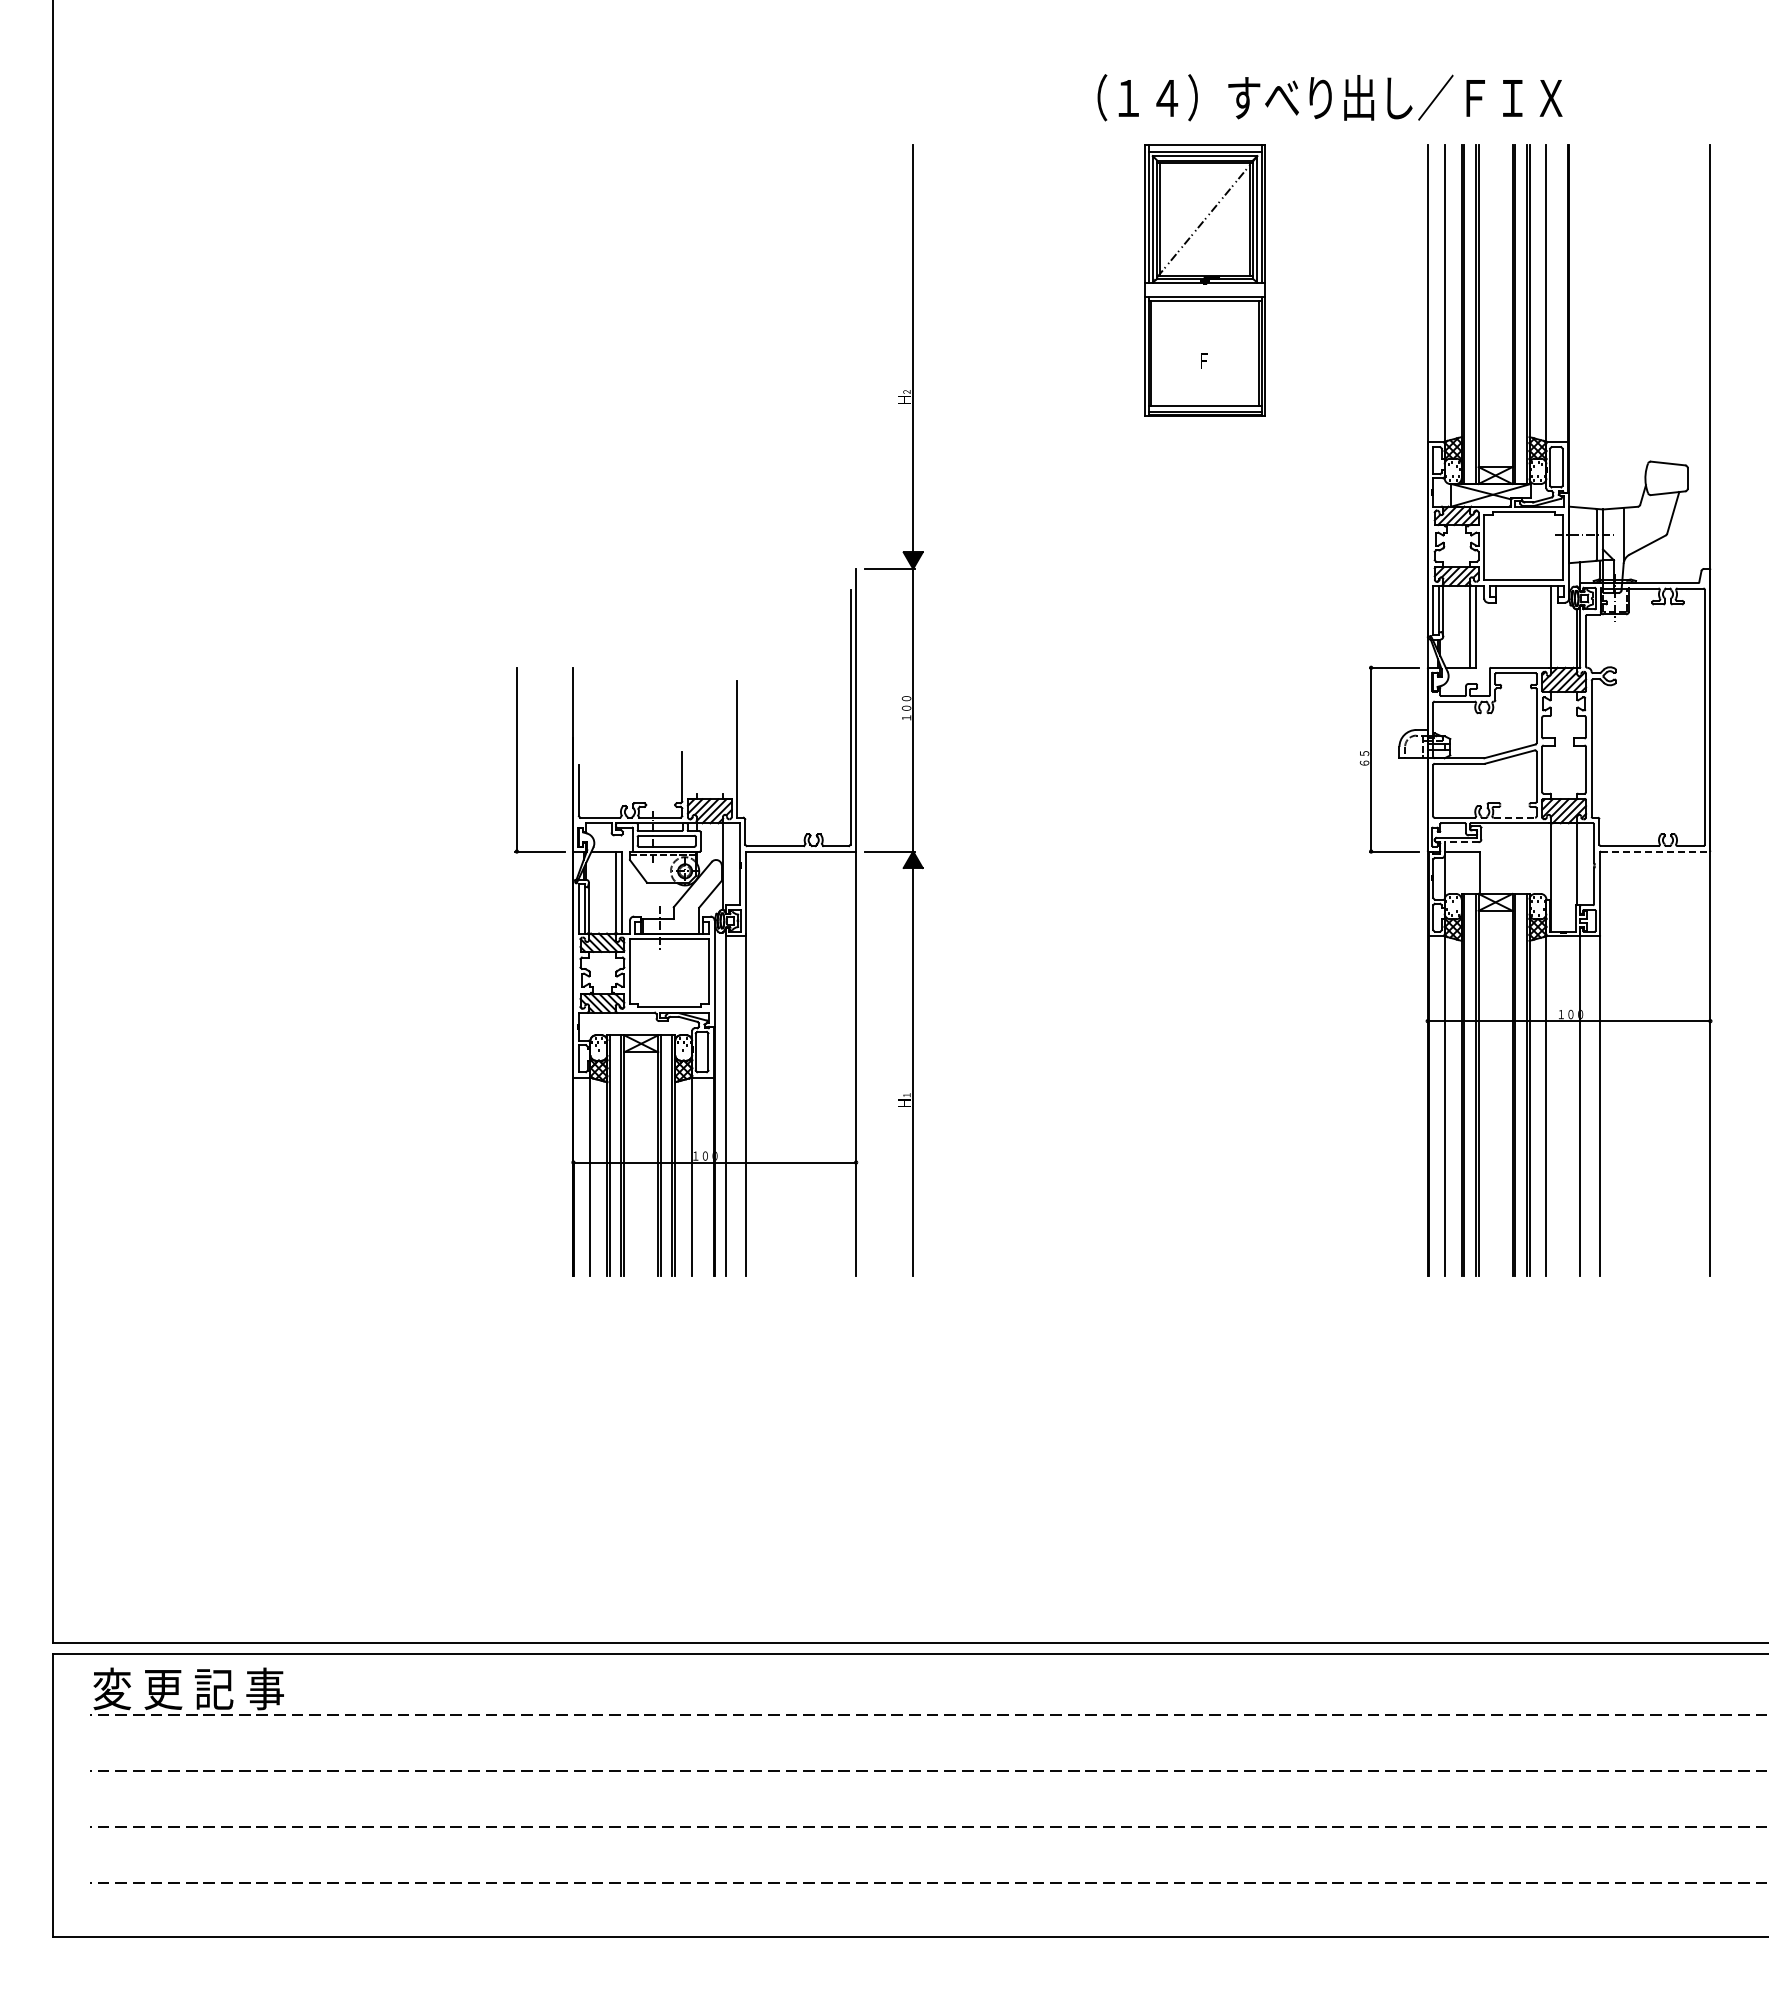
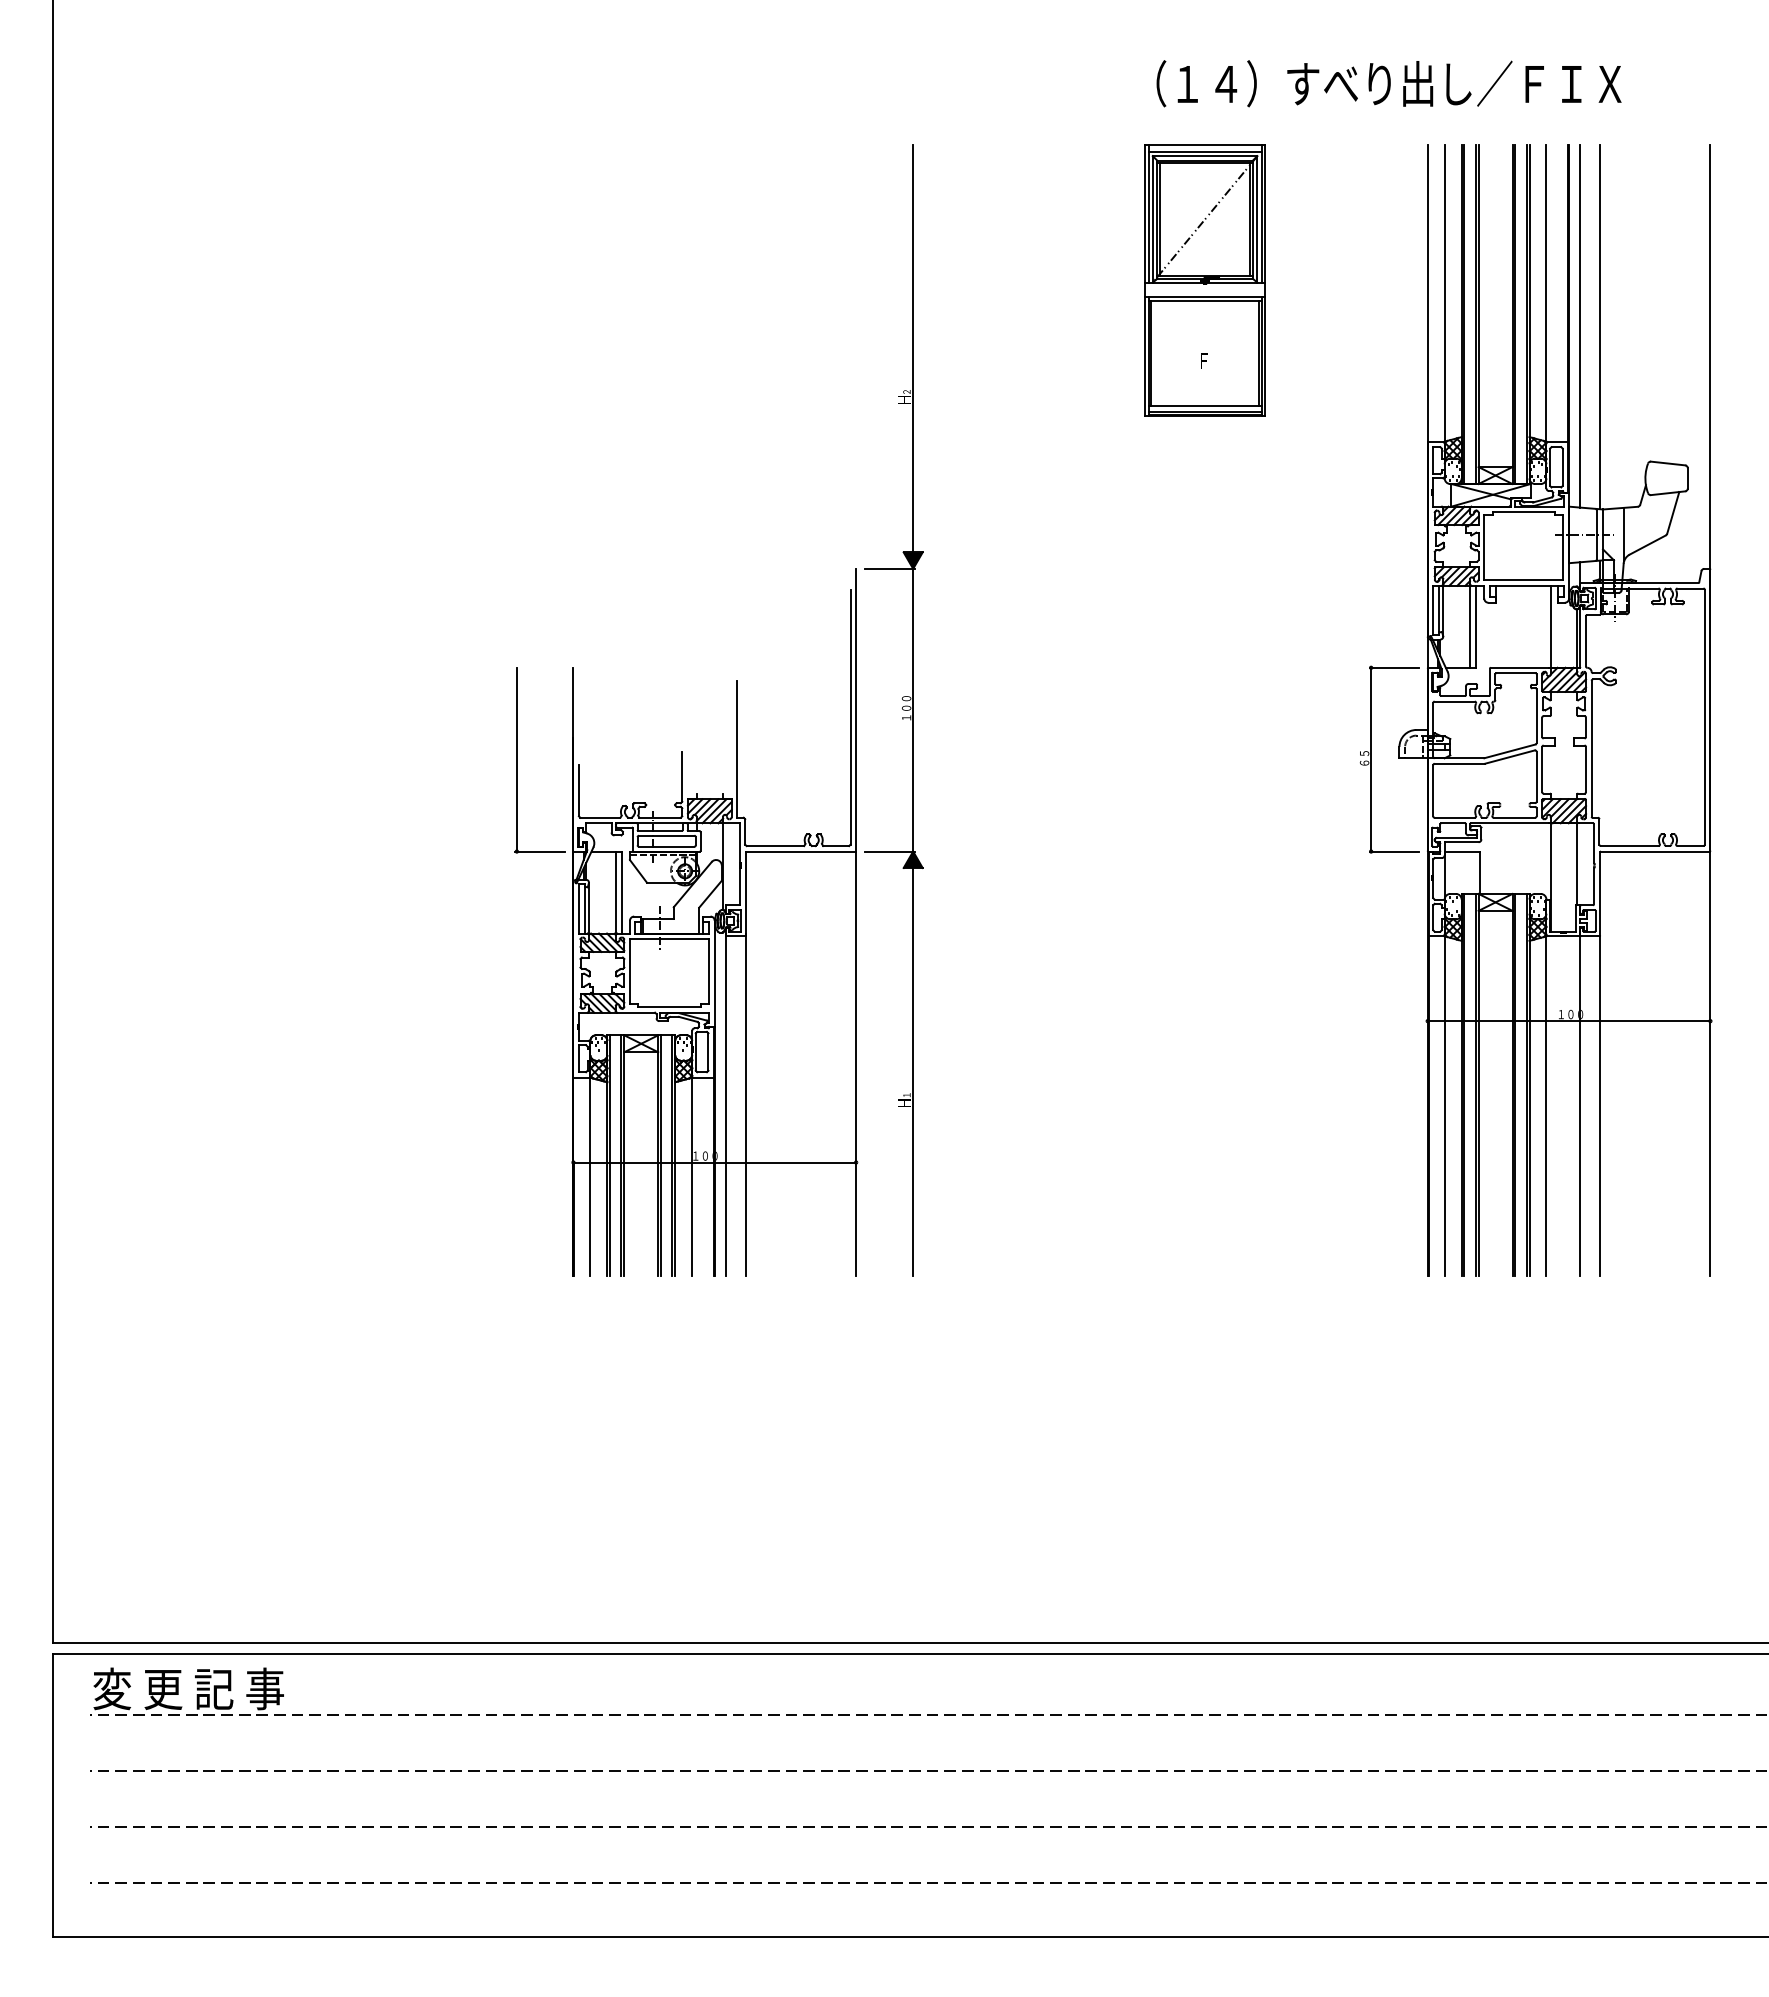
text at (1329, 97) position: (1329, 97) -> (1388, 83)
line at (1580, 325): none -> present
line at (1600, 326): none -> present
line at (1514, 817): dashed -> solid
line at (1461, 842): dashed -> solid
line at (1655, 851): dashed -> solid
